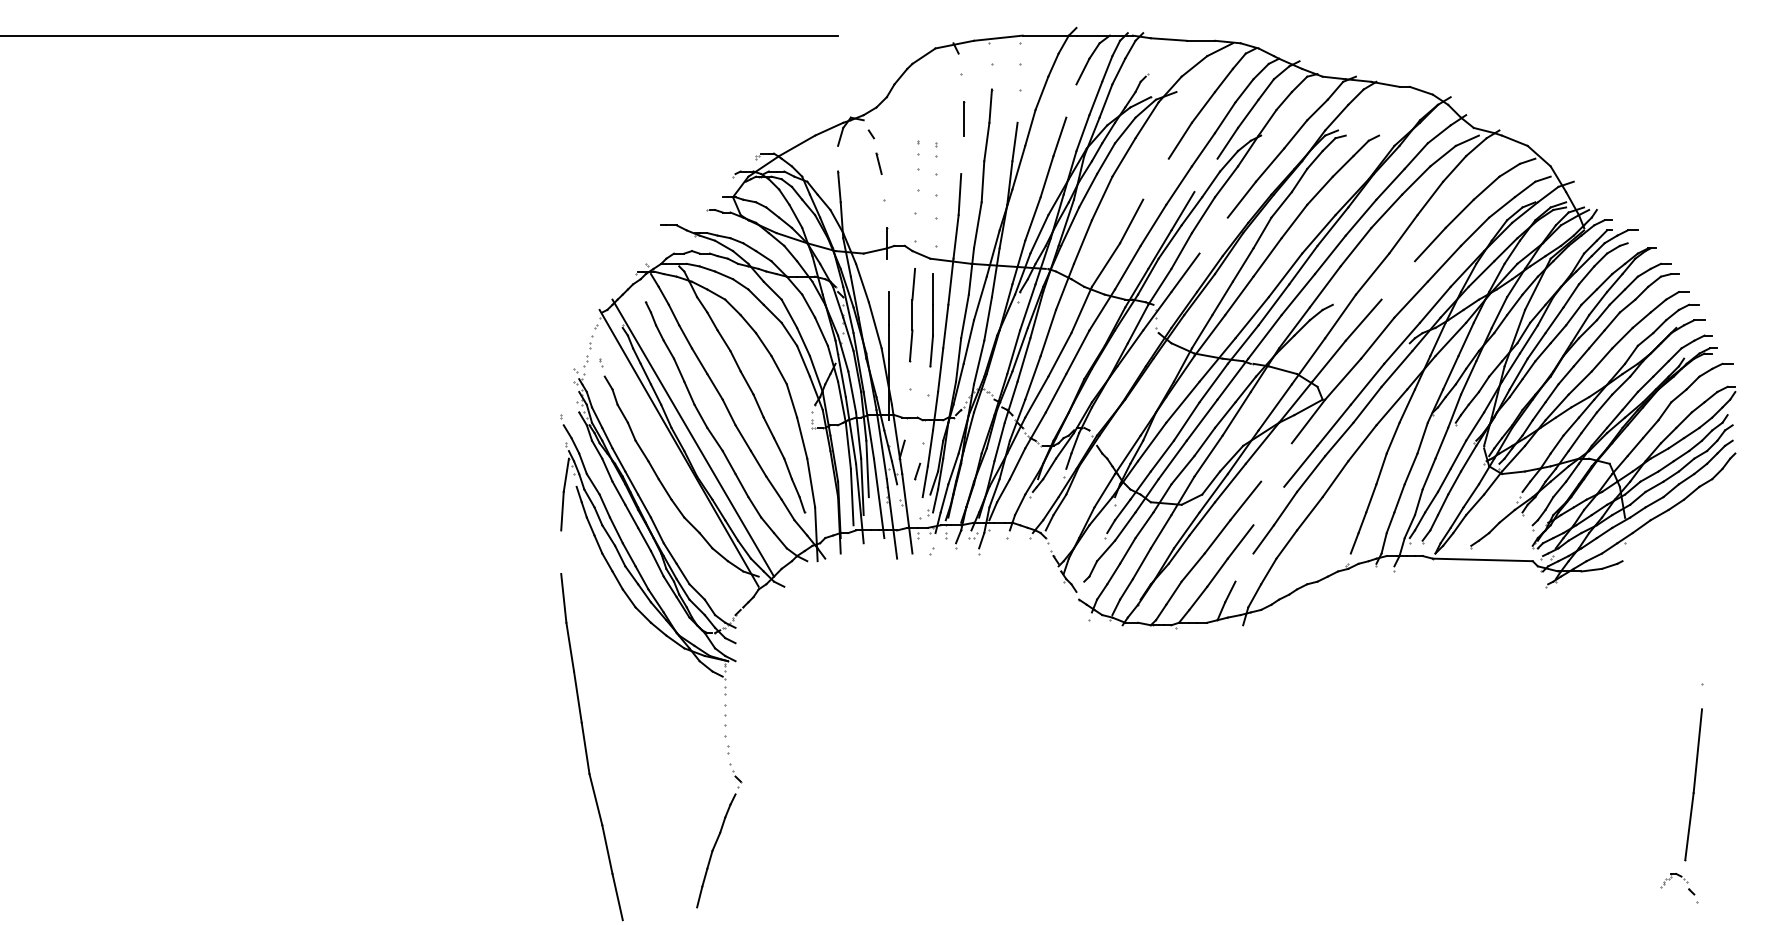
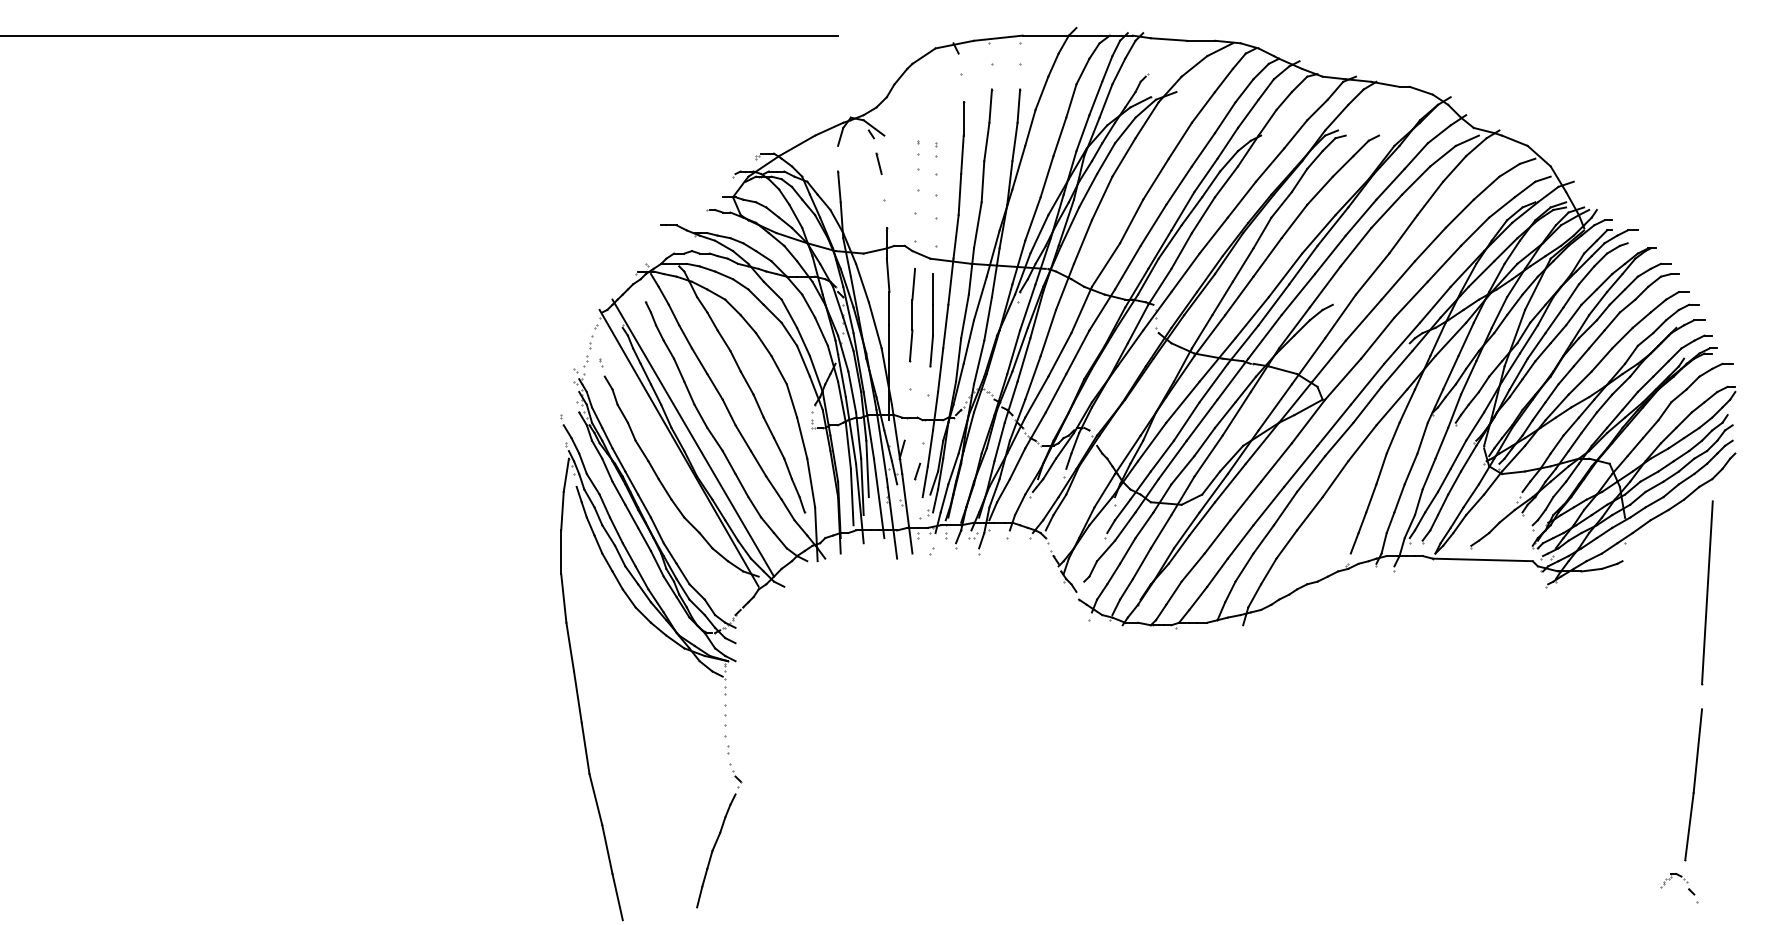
line at (1071, 100): none -> present
line at (1018, 105): none -> present
line at (873, 127): none -> present
line at (962, 154): none -> present
line at (1205, 175): none -> present
line at (1155, 178): none -> present
line at (1213, 235): none -> present
line at (887, 275): none -> present
line at (1397, 280): none -> present
line at (1276, 462): none -> present
line at (1268, 505): none -> present
line at (561, 551): none -> present
line at (1244, 567): none -> present
line at (1707, 592): none -> present
